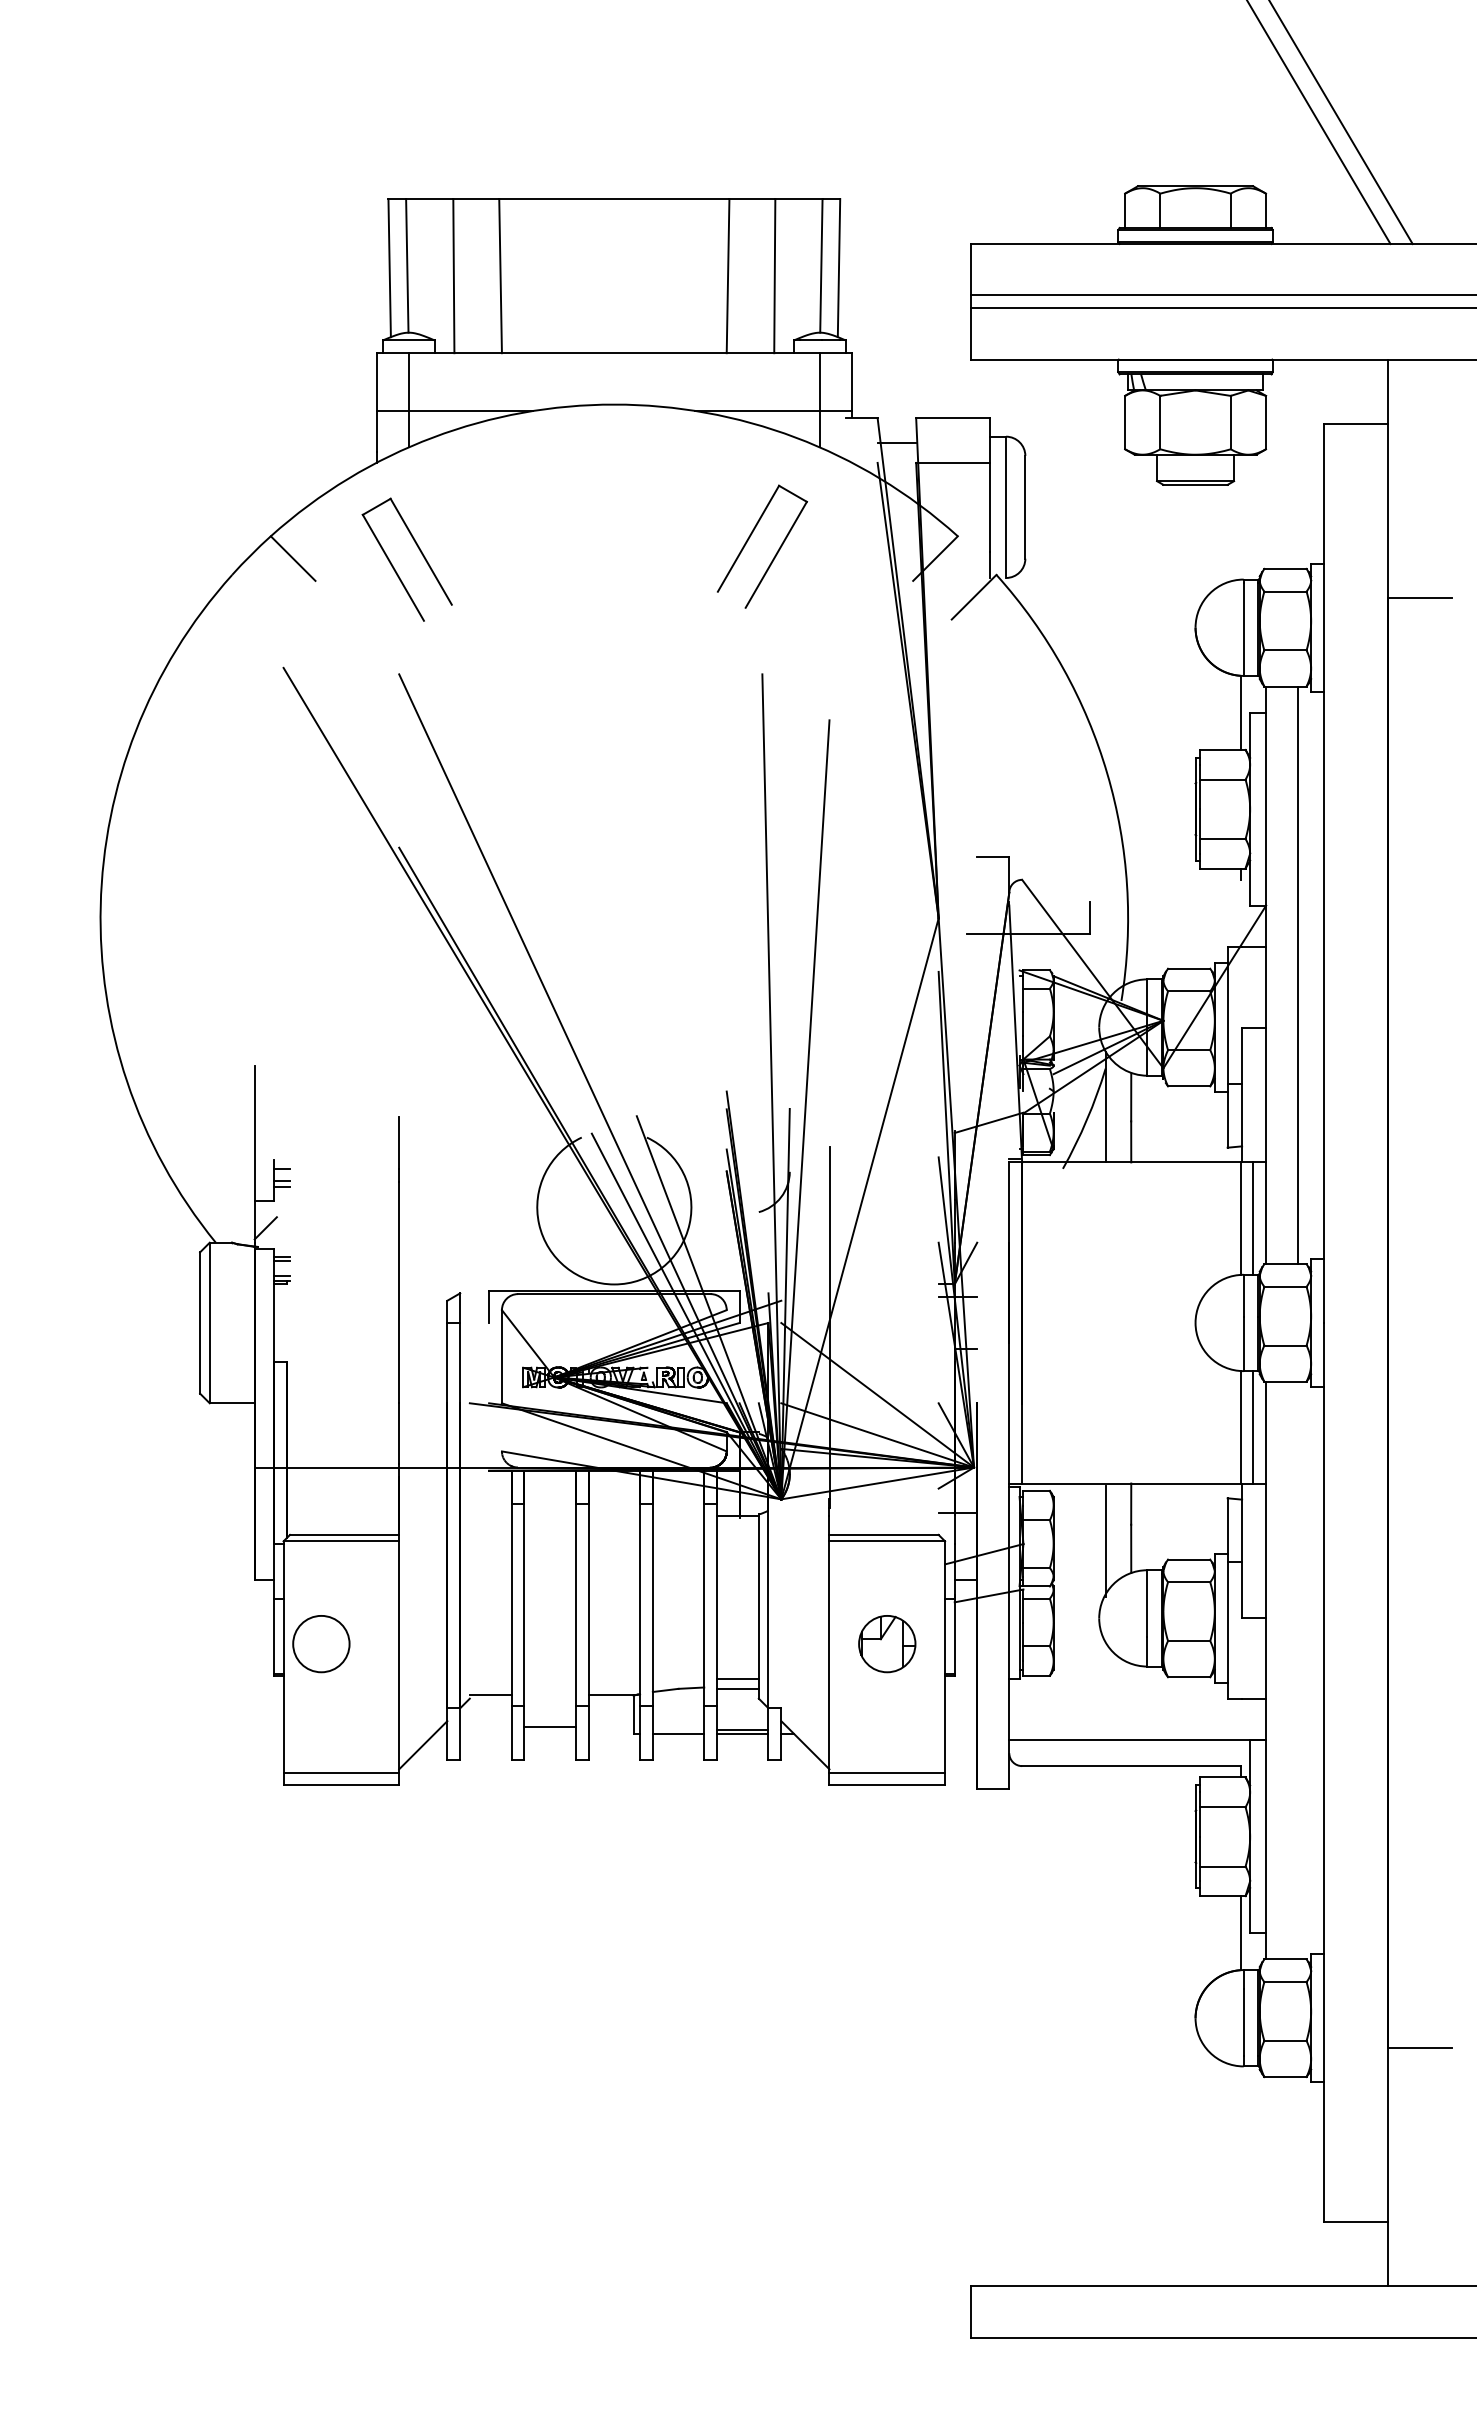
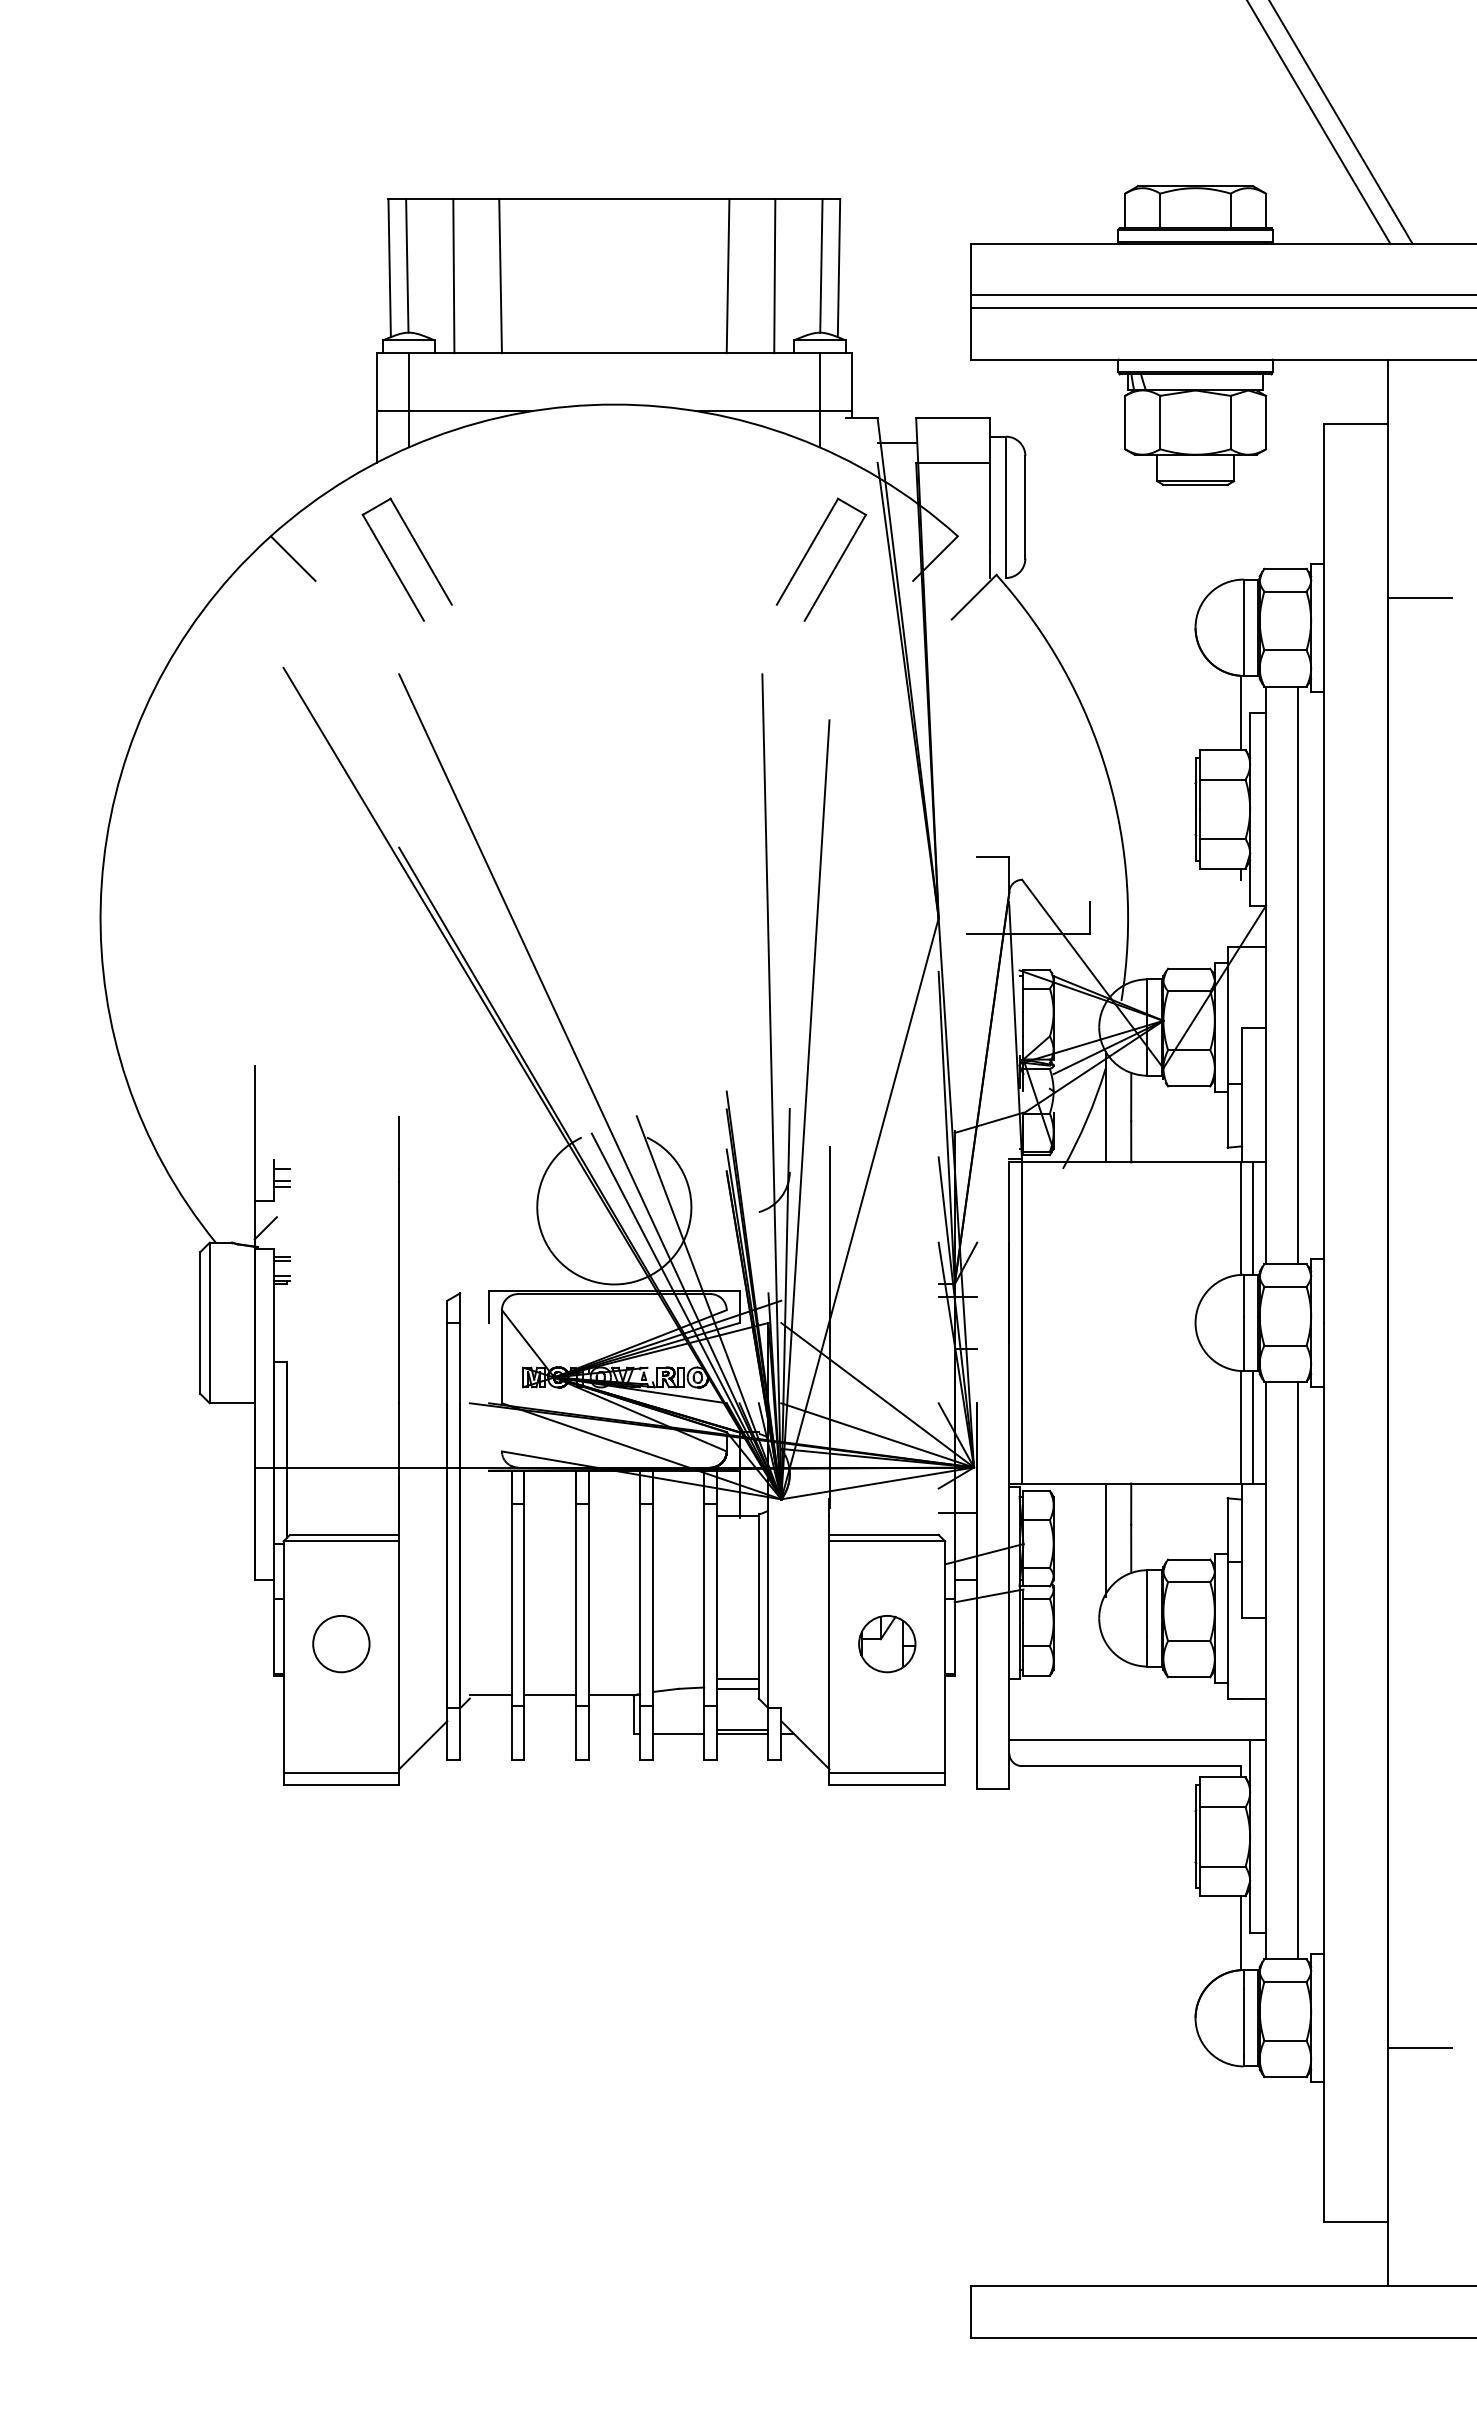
part at (749, 539) position: (749, 539) -> (808, 552)
circle at (321, 1644) position: (321, 1644) -> (341, 1644)
line at (1298, 1670): none -> present
line at (549, 1727) position: (549, 1727) -> (549, 1695)
